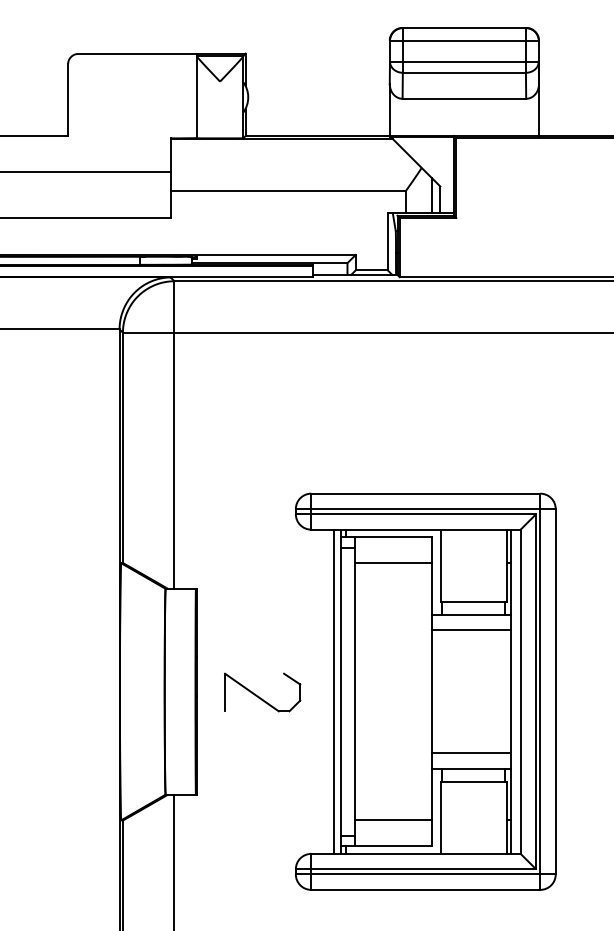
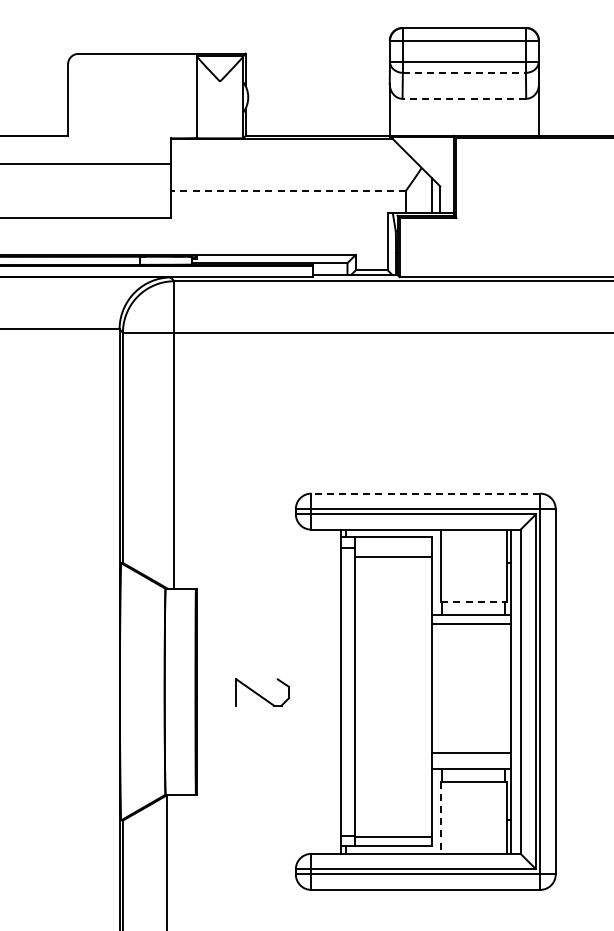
line at (464, 72): solid -> dashed
line at (464, 98): solid -> dashed
line at (86, 172) position: (86, 172) -> (86, 164)
line at (288, 190): solid -> dashed
line at (425, 493): solid -> dashed
line at (392, 563) position: (392, 563) -> (392, 557)
line at (474, 601): solid -> dashed
line at (470, 630) position: (470, 630) -> (470, 624)
line at (334, 691): present -> none
part at (262, 692) size: 78x41 px -> 56x29 px
line at (441, 818): solid -> dashed
line at (392, 820) position: (392, 820) -> (392, 837)
line at (174, 860) position: (174, 860) -> (167, 860)
